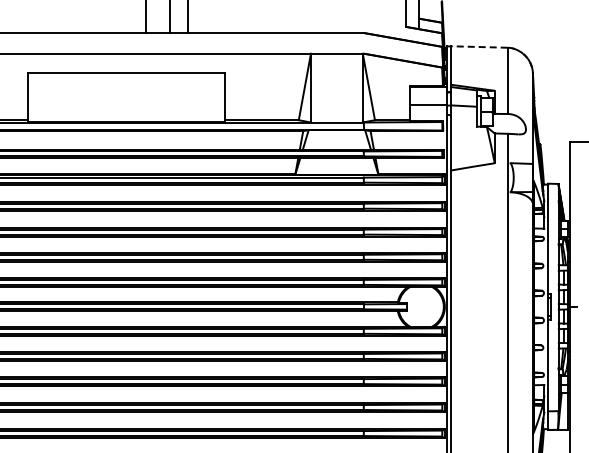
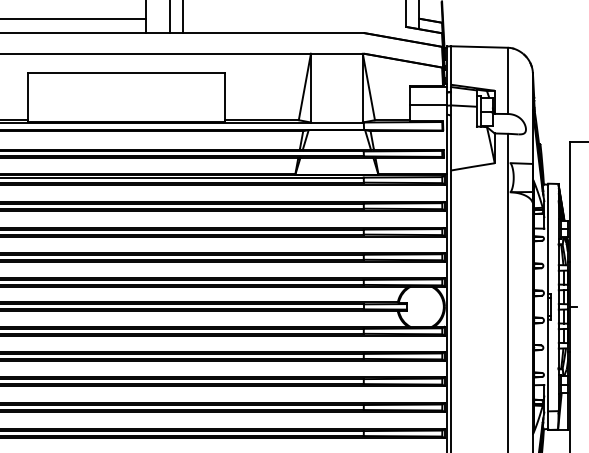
line at (187, 17) position: (187, 17) -> (182, 17)
line at (74, 19): none -> present
line at (478, 47): dashed -> solid
